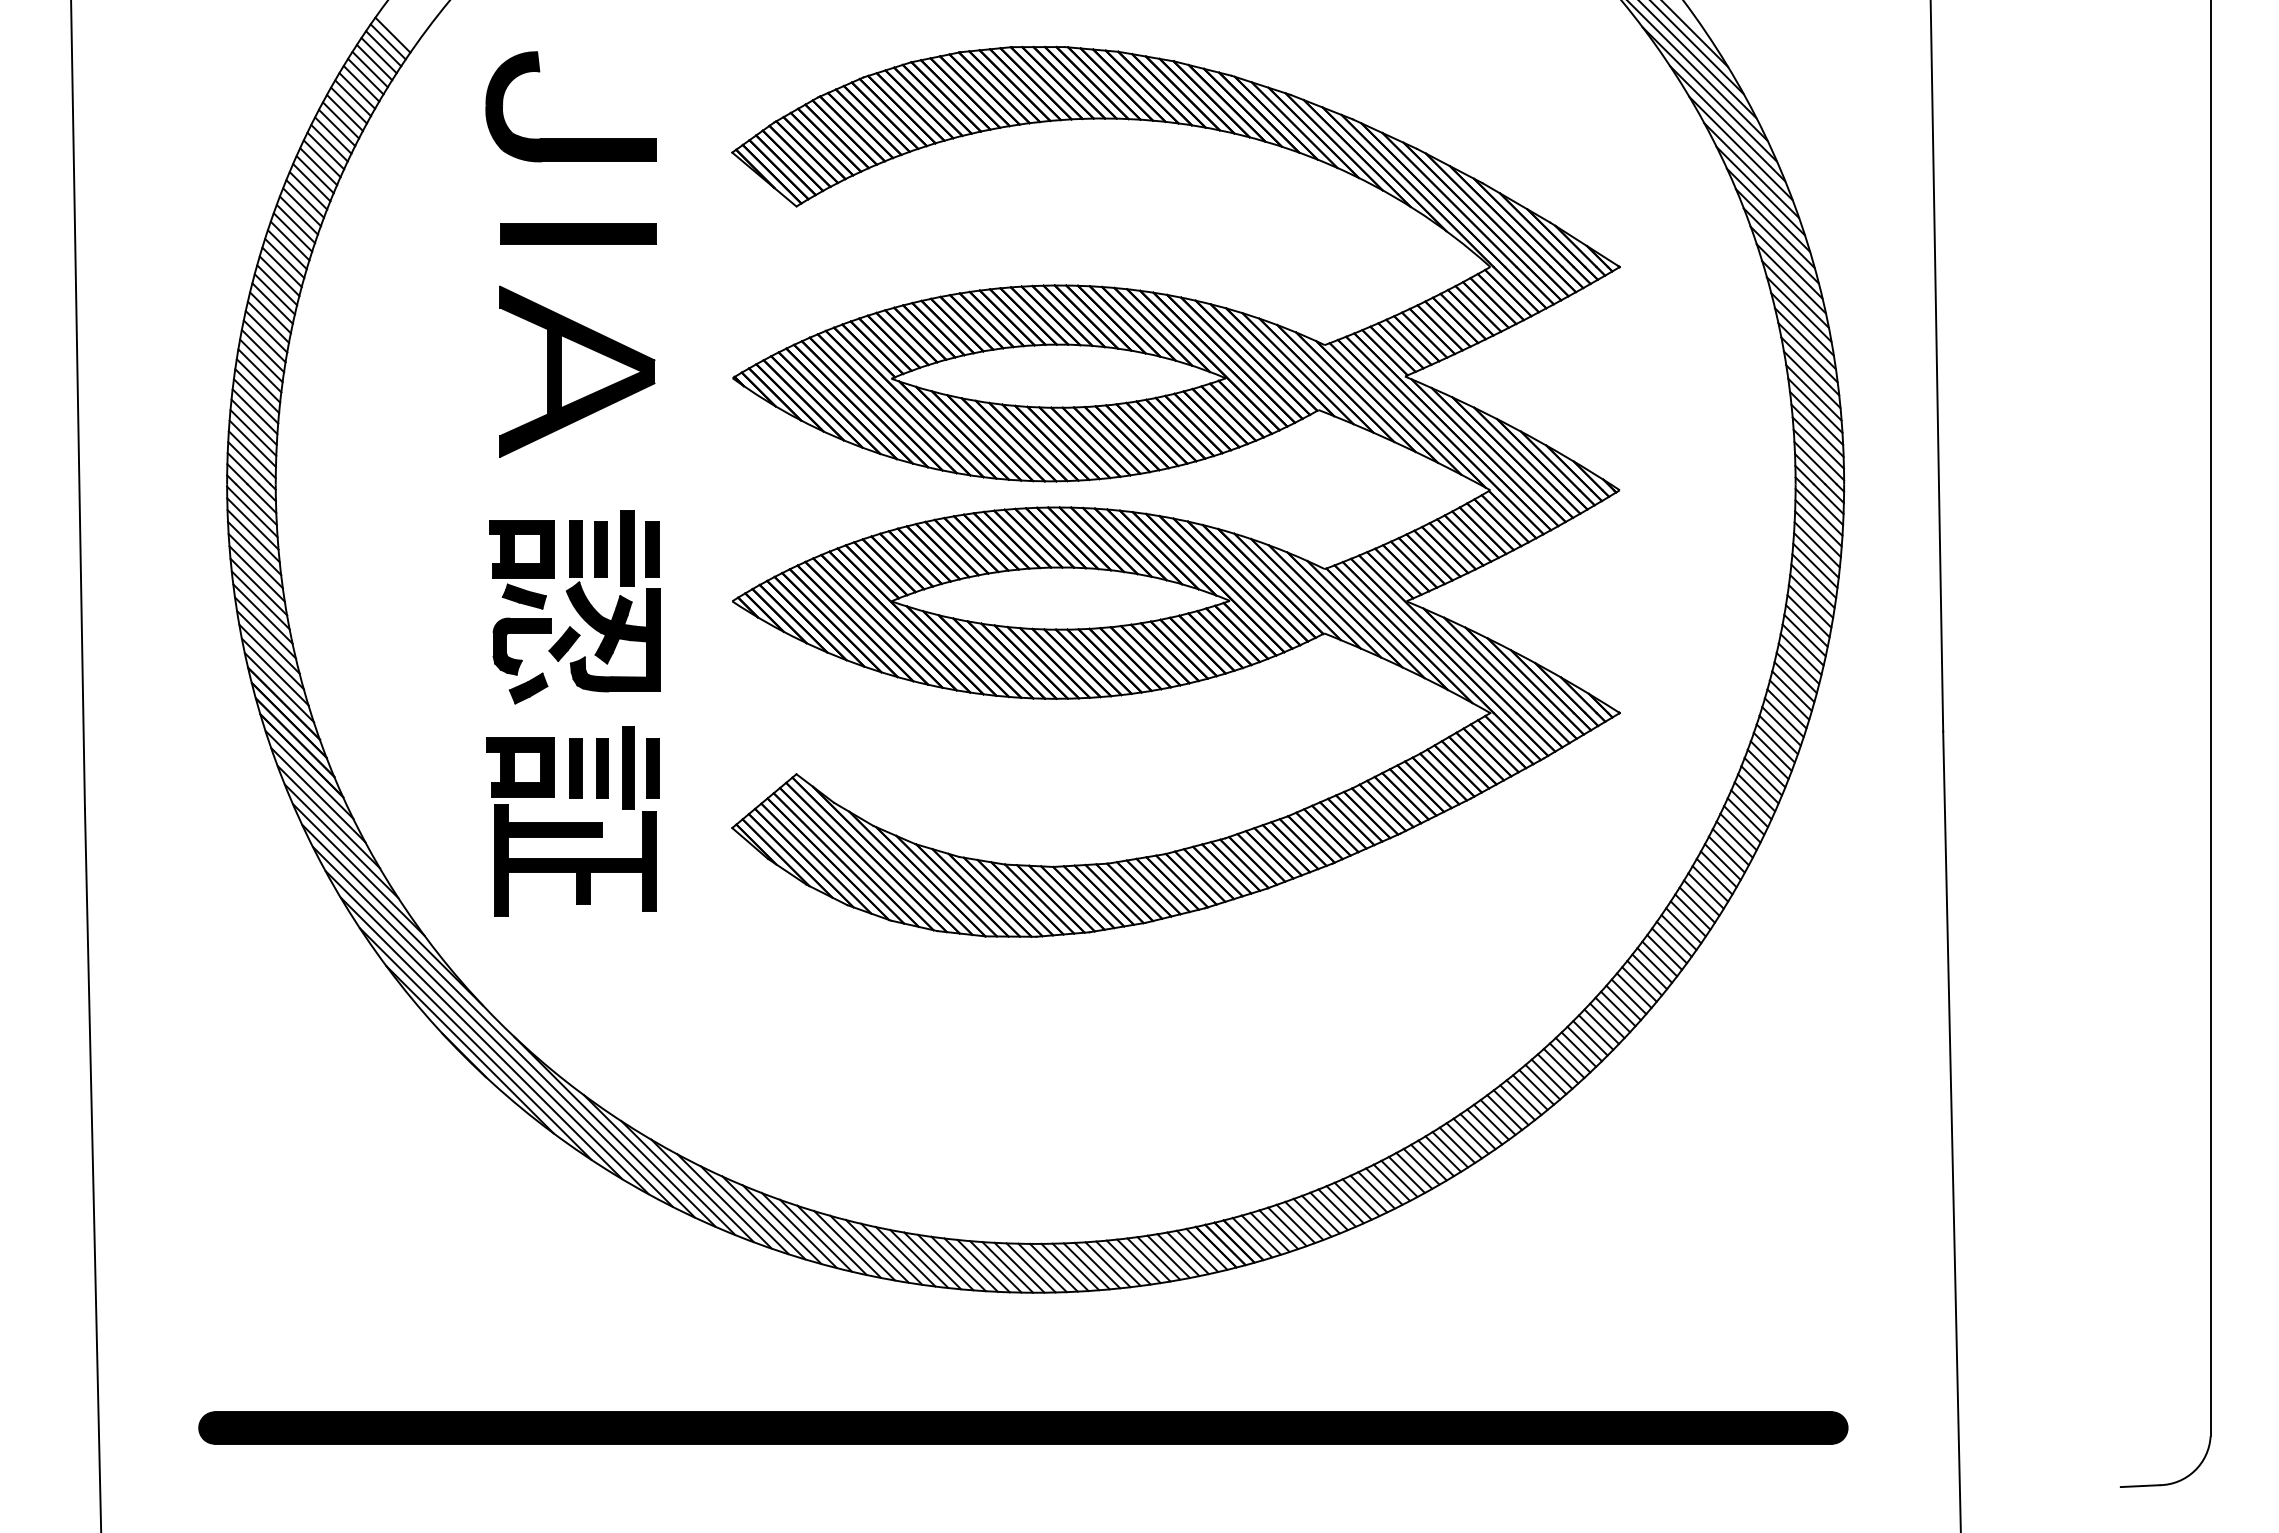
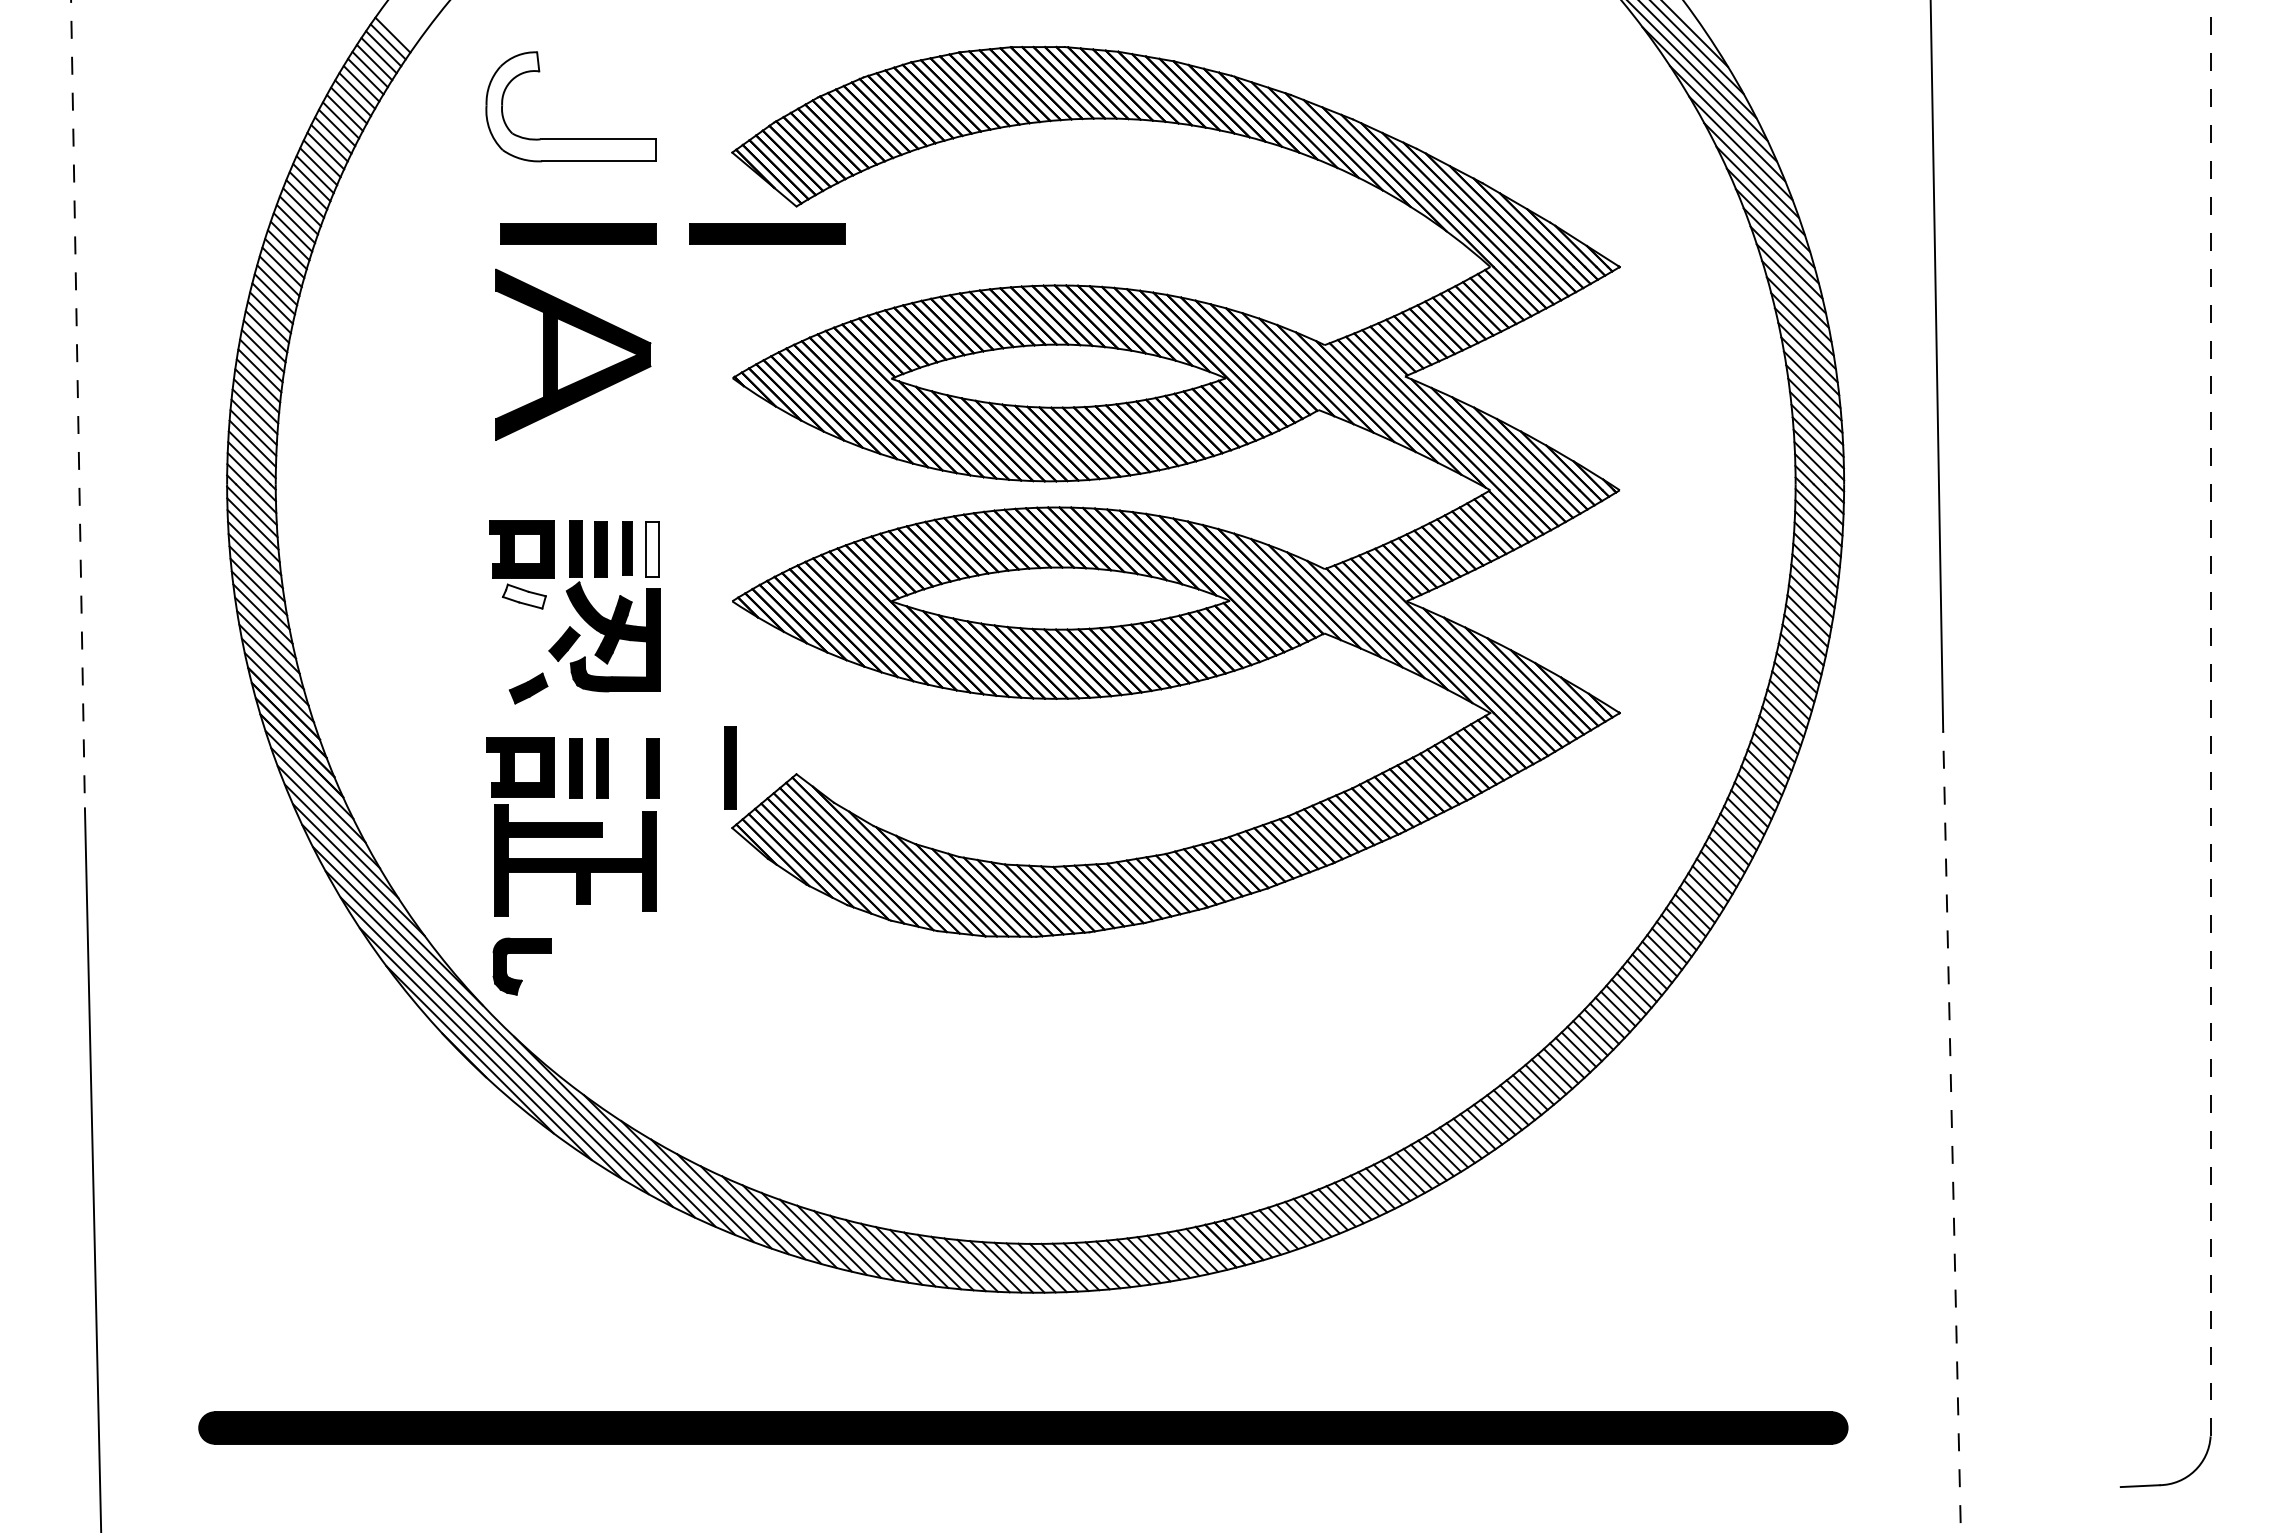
fill at (571, 106): present -> none
part at (767, 233): none -> present
part at (577, 371) position: (577, 371) -> (573, 354)
line at (78, 404): solid -> dashed
part at (627, 548) size: 15x77 px -> 11x55 px
fill at (652, 549): present -> none
fill at (524, 596): present -> none
part at (521, 633) position: (521, 633) -> (521, 953)
line at (2210, 718): solid -> dashed
part at (628, 767) position: (628, 767) -> (730, 767)
line at (1952, 1132): solid -> dashed
